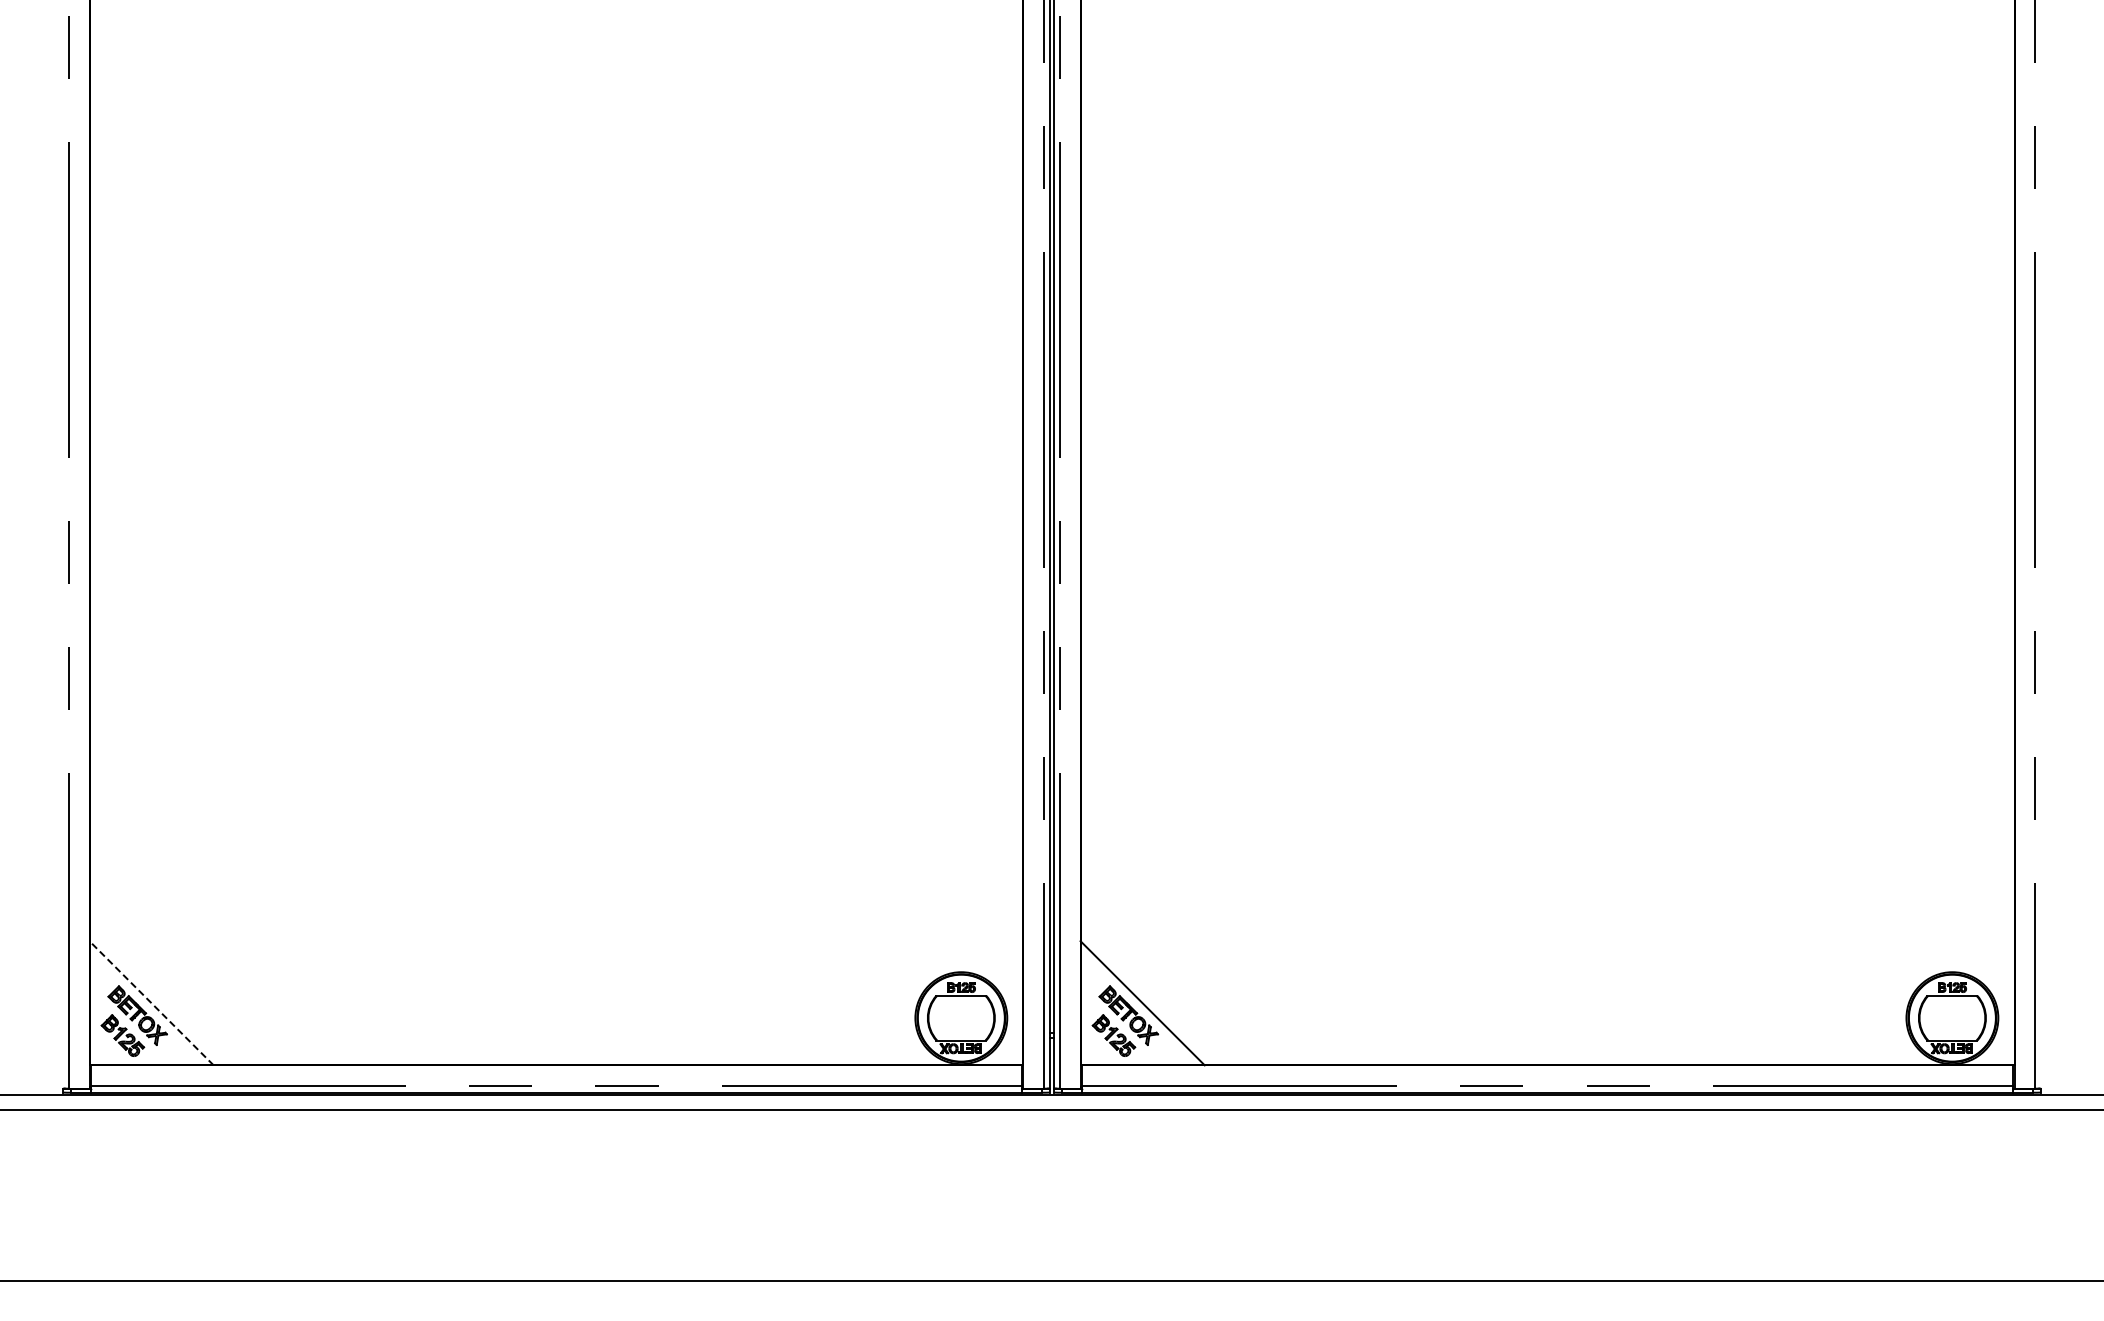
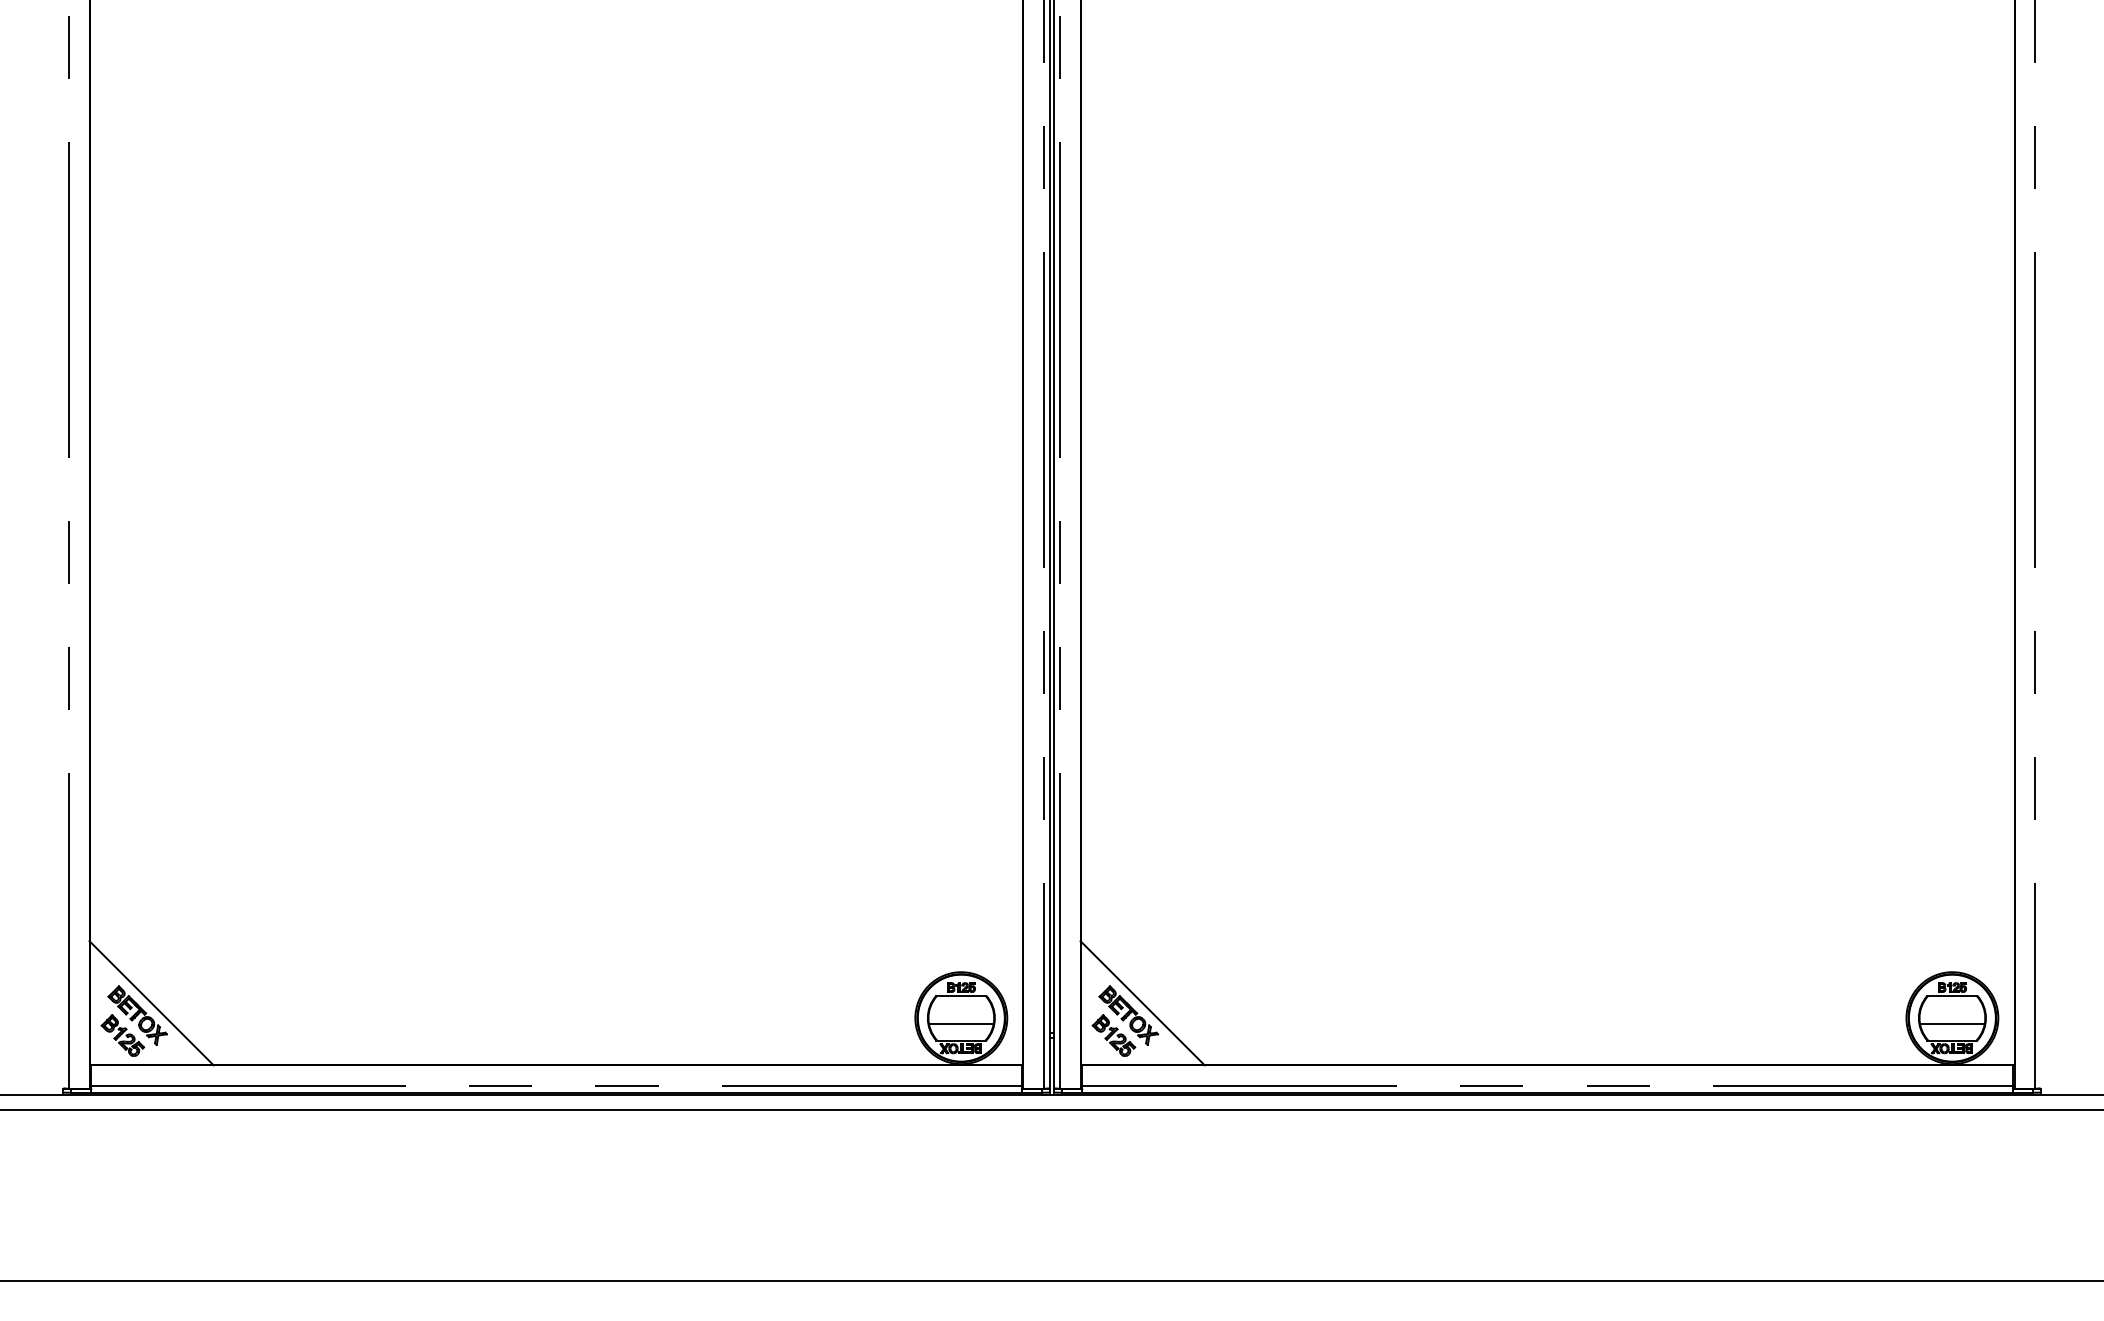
line at (151, 1003): dashed -> solid
line at (961, 1024): none -> present
line at (1952, 1024): none -> present
